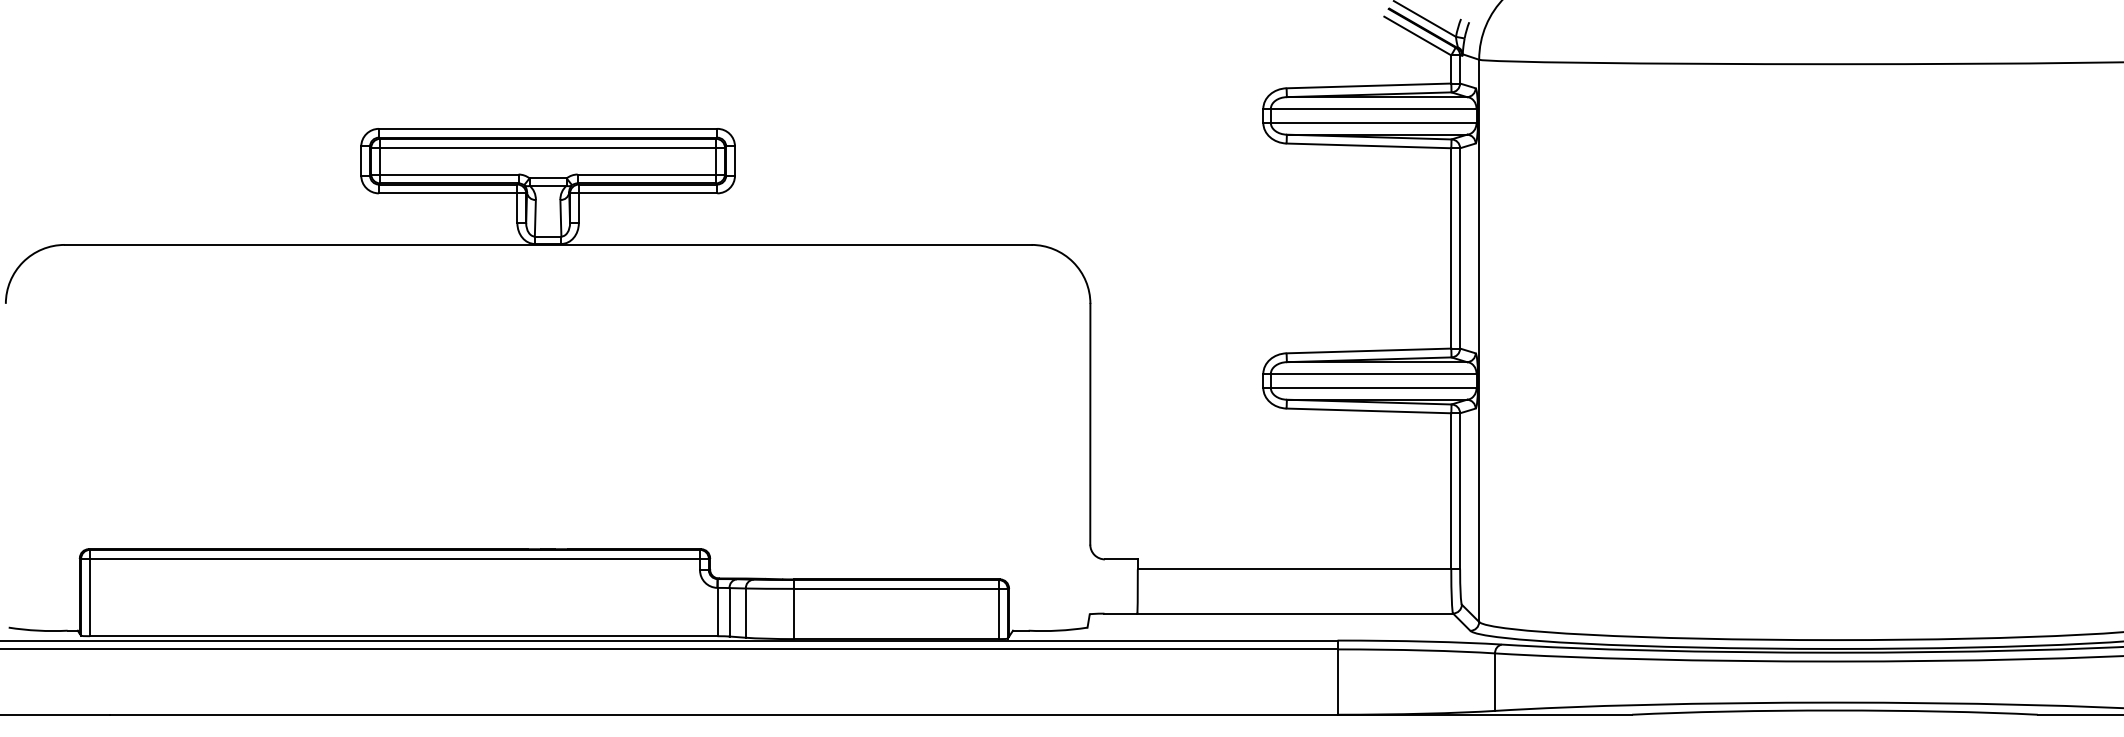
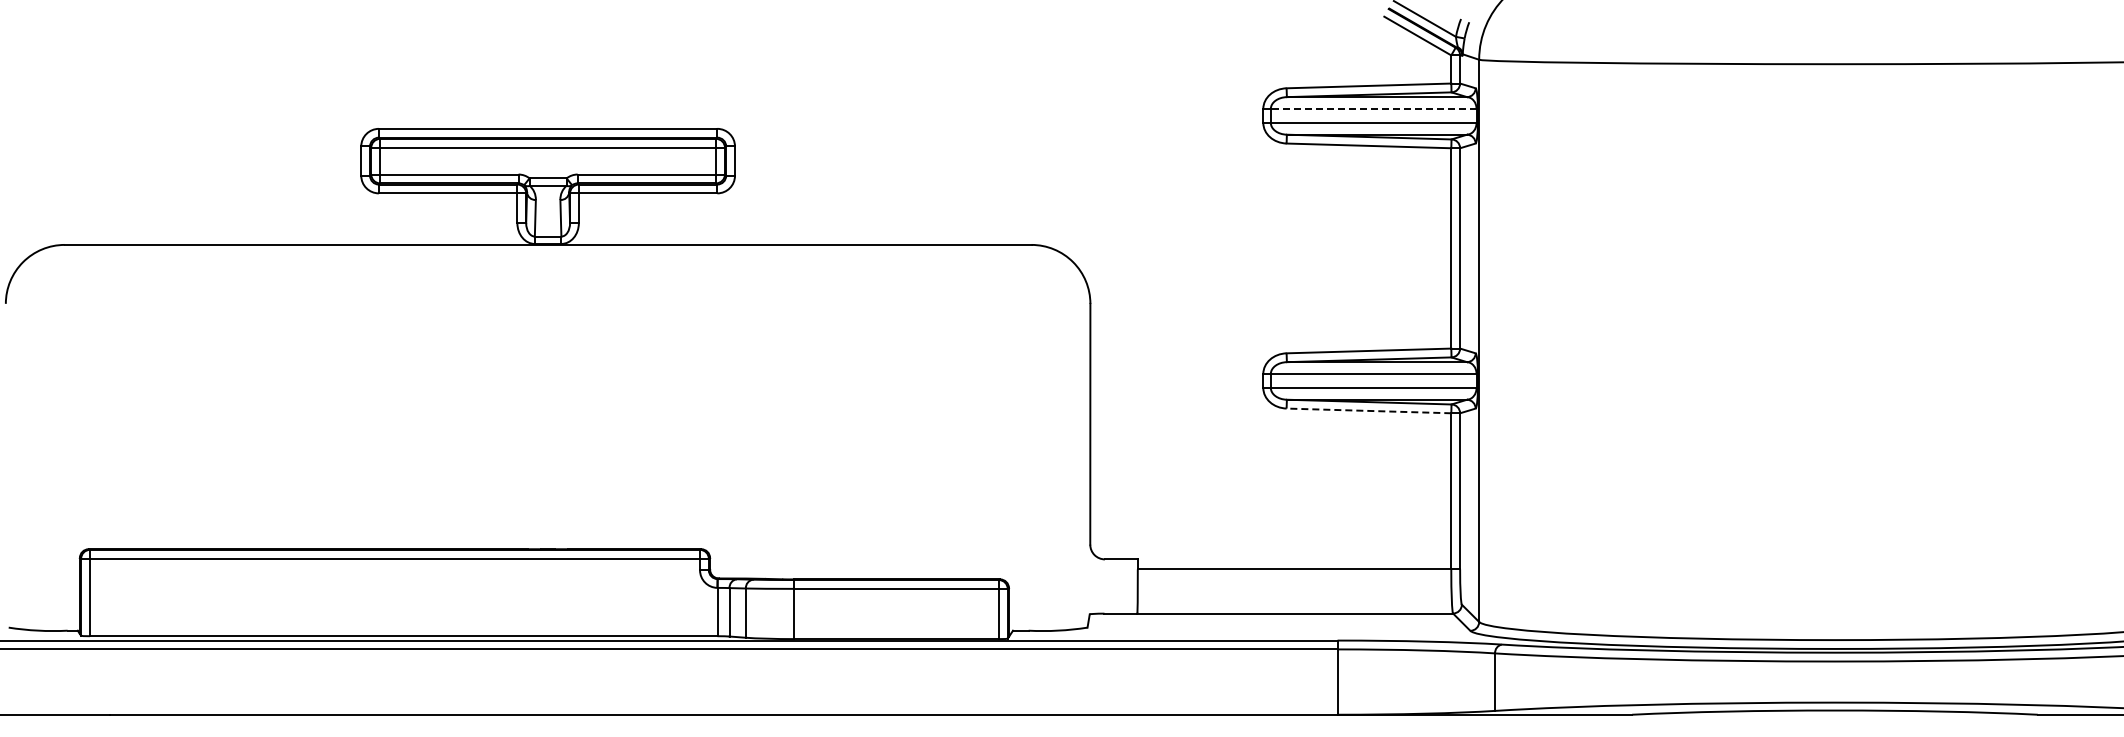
line at (1373, 108): solid -> dashed
line at (1368, 410): solid -> dashed
